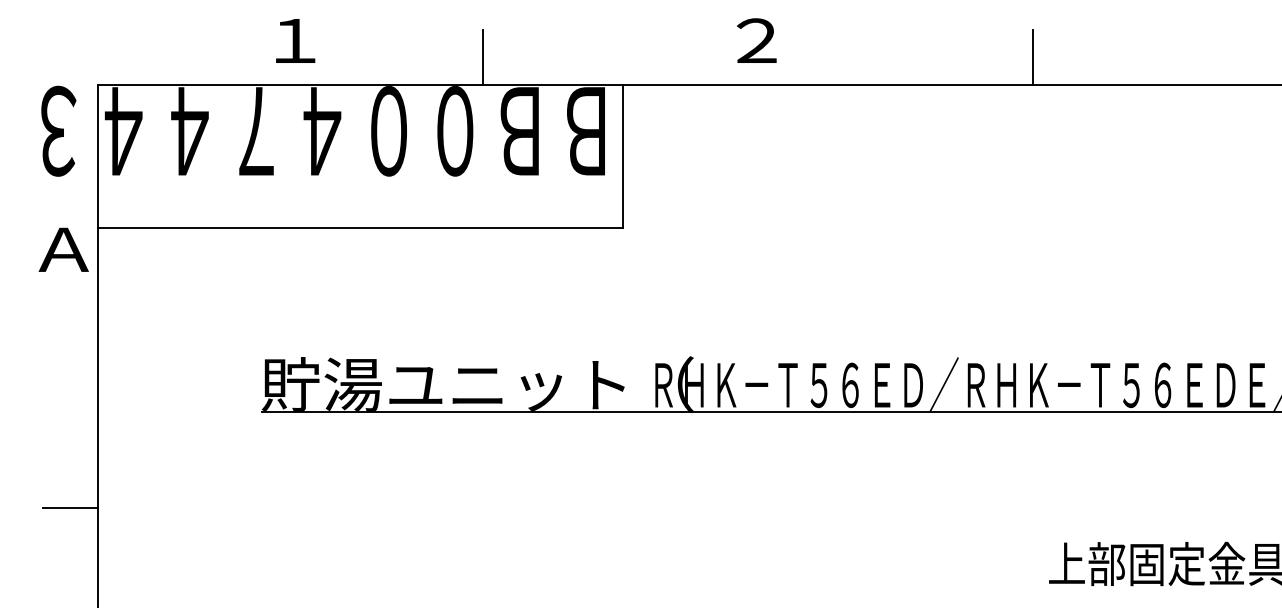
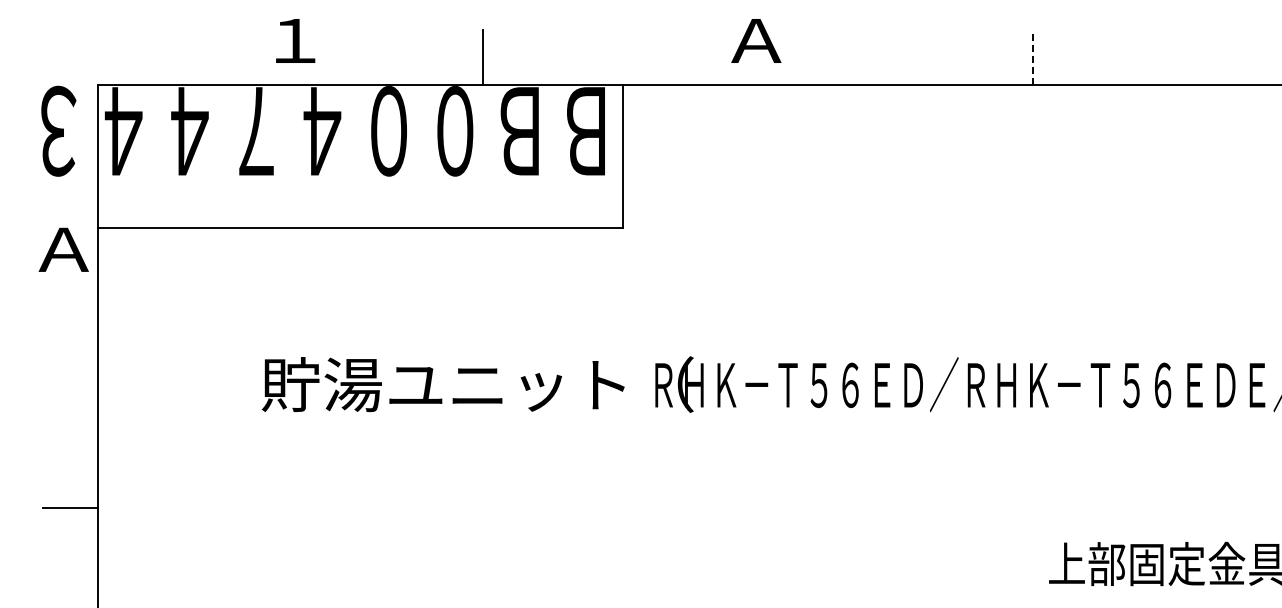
text at (756, 40): ２ -> Ａ
line at (1032, 57): solid -> dashed
line at (769, 411): present -> none
